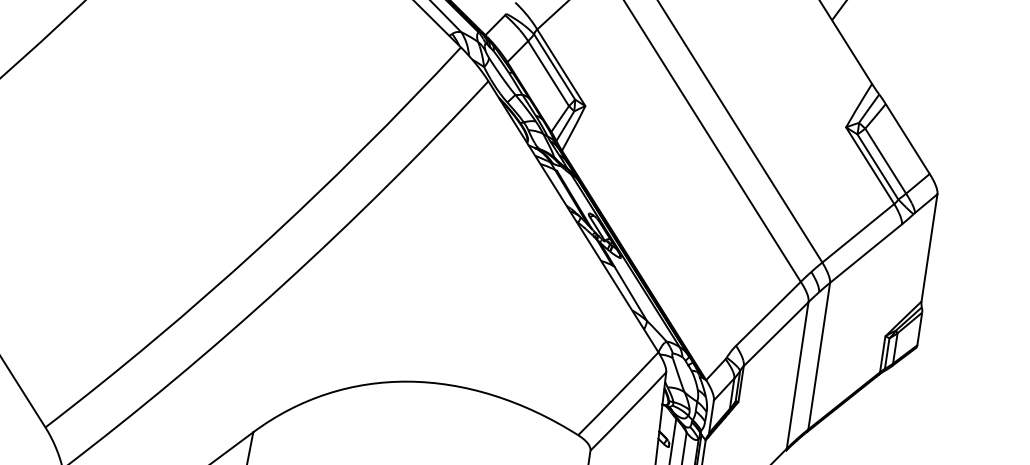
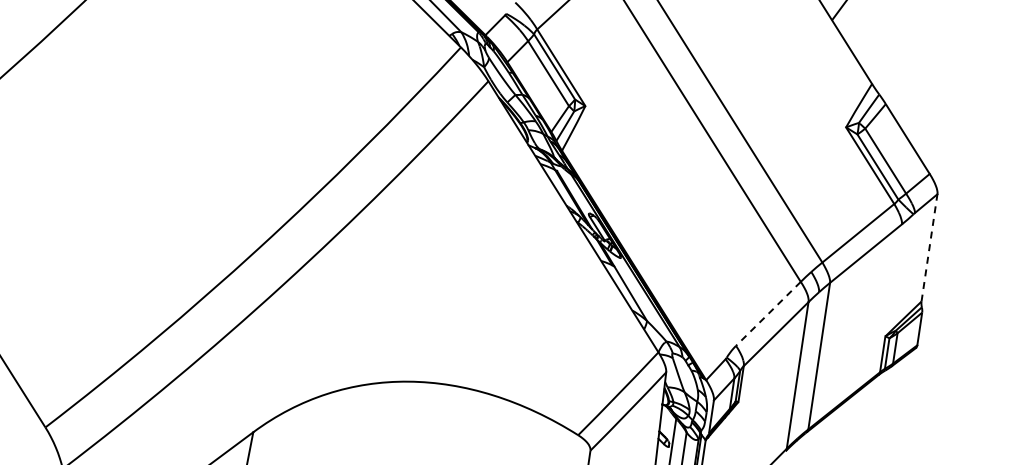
line at (929, 247): solid -> dashed
line at (768, 313): solid -> dashed
